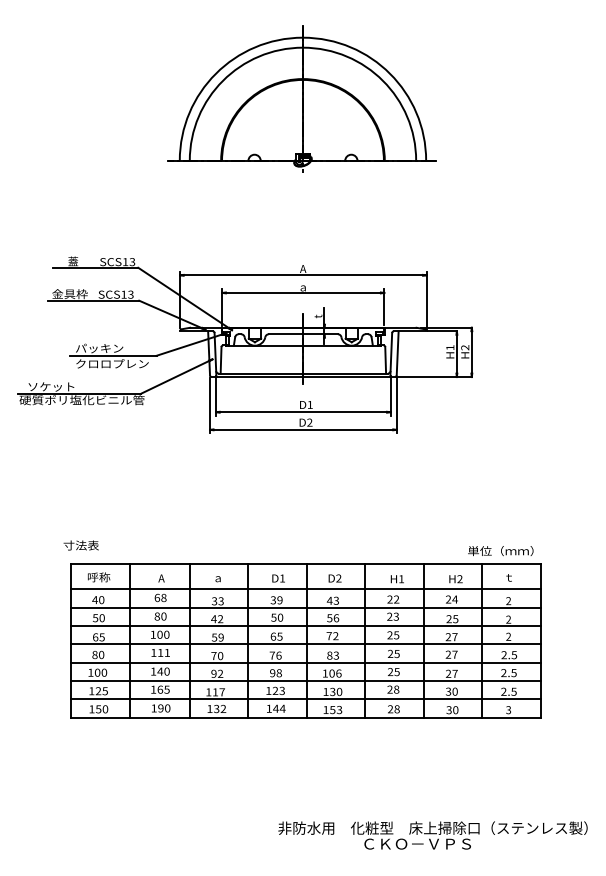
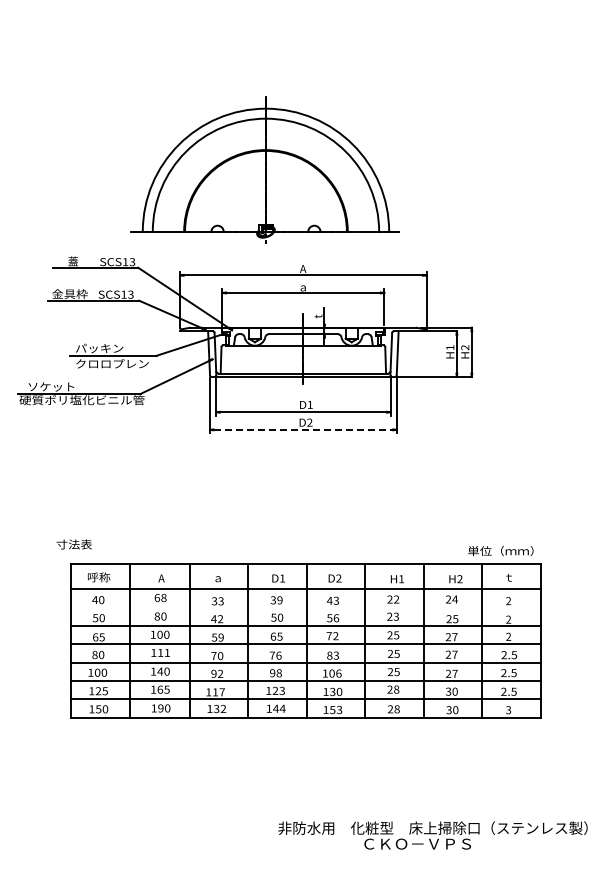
part at (301, 98) position: (301, 98) -> (264, 169)
line at (302, 429): solid -> dashed
text at (80, 545) position: (80, 545) -> (73, 544)
line at (305, 607): present -> none
